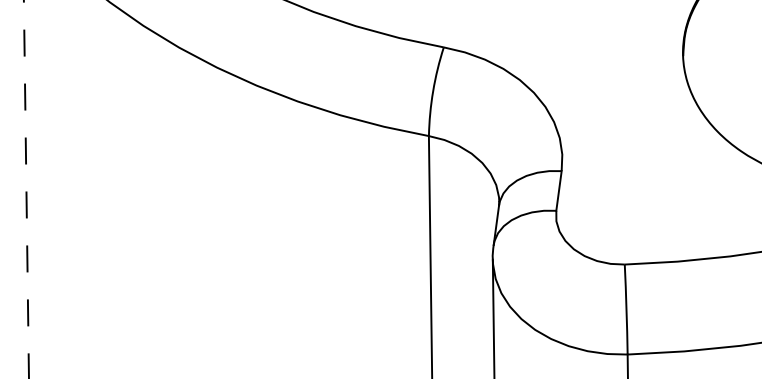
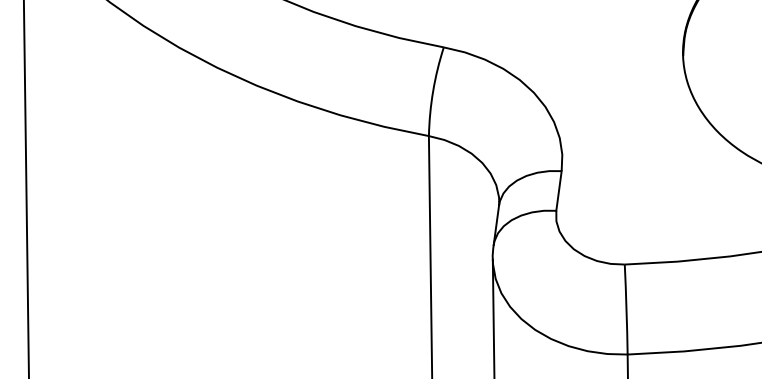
line at (26, 189): dashed -> solid
